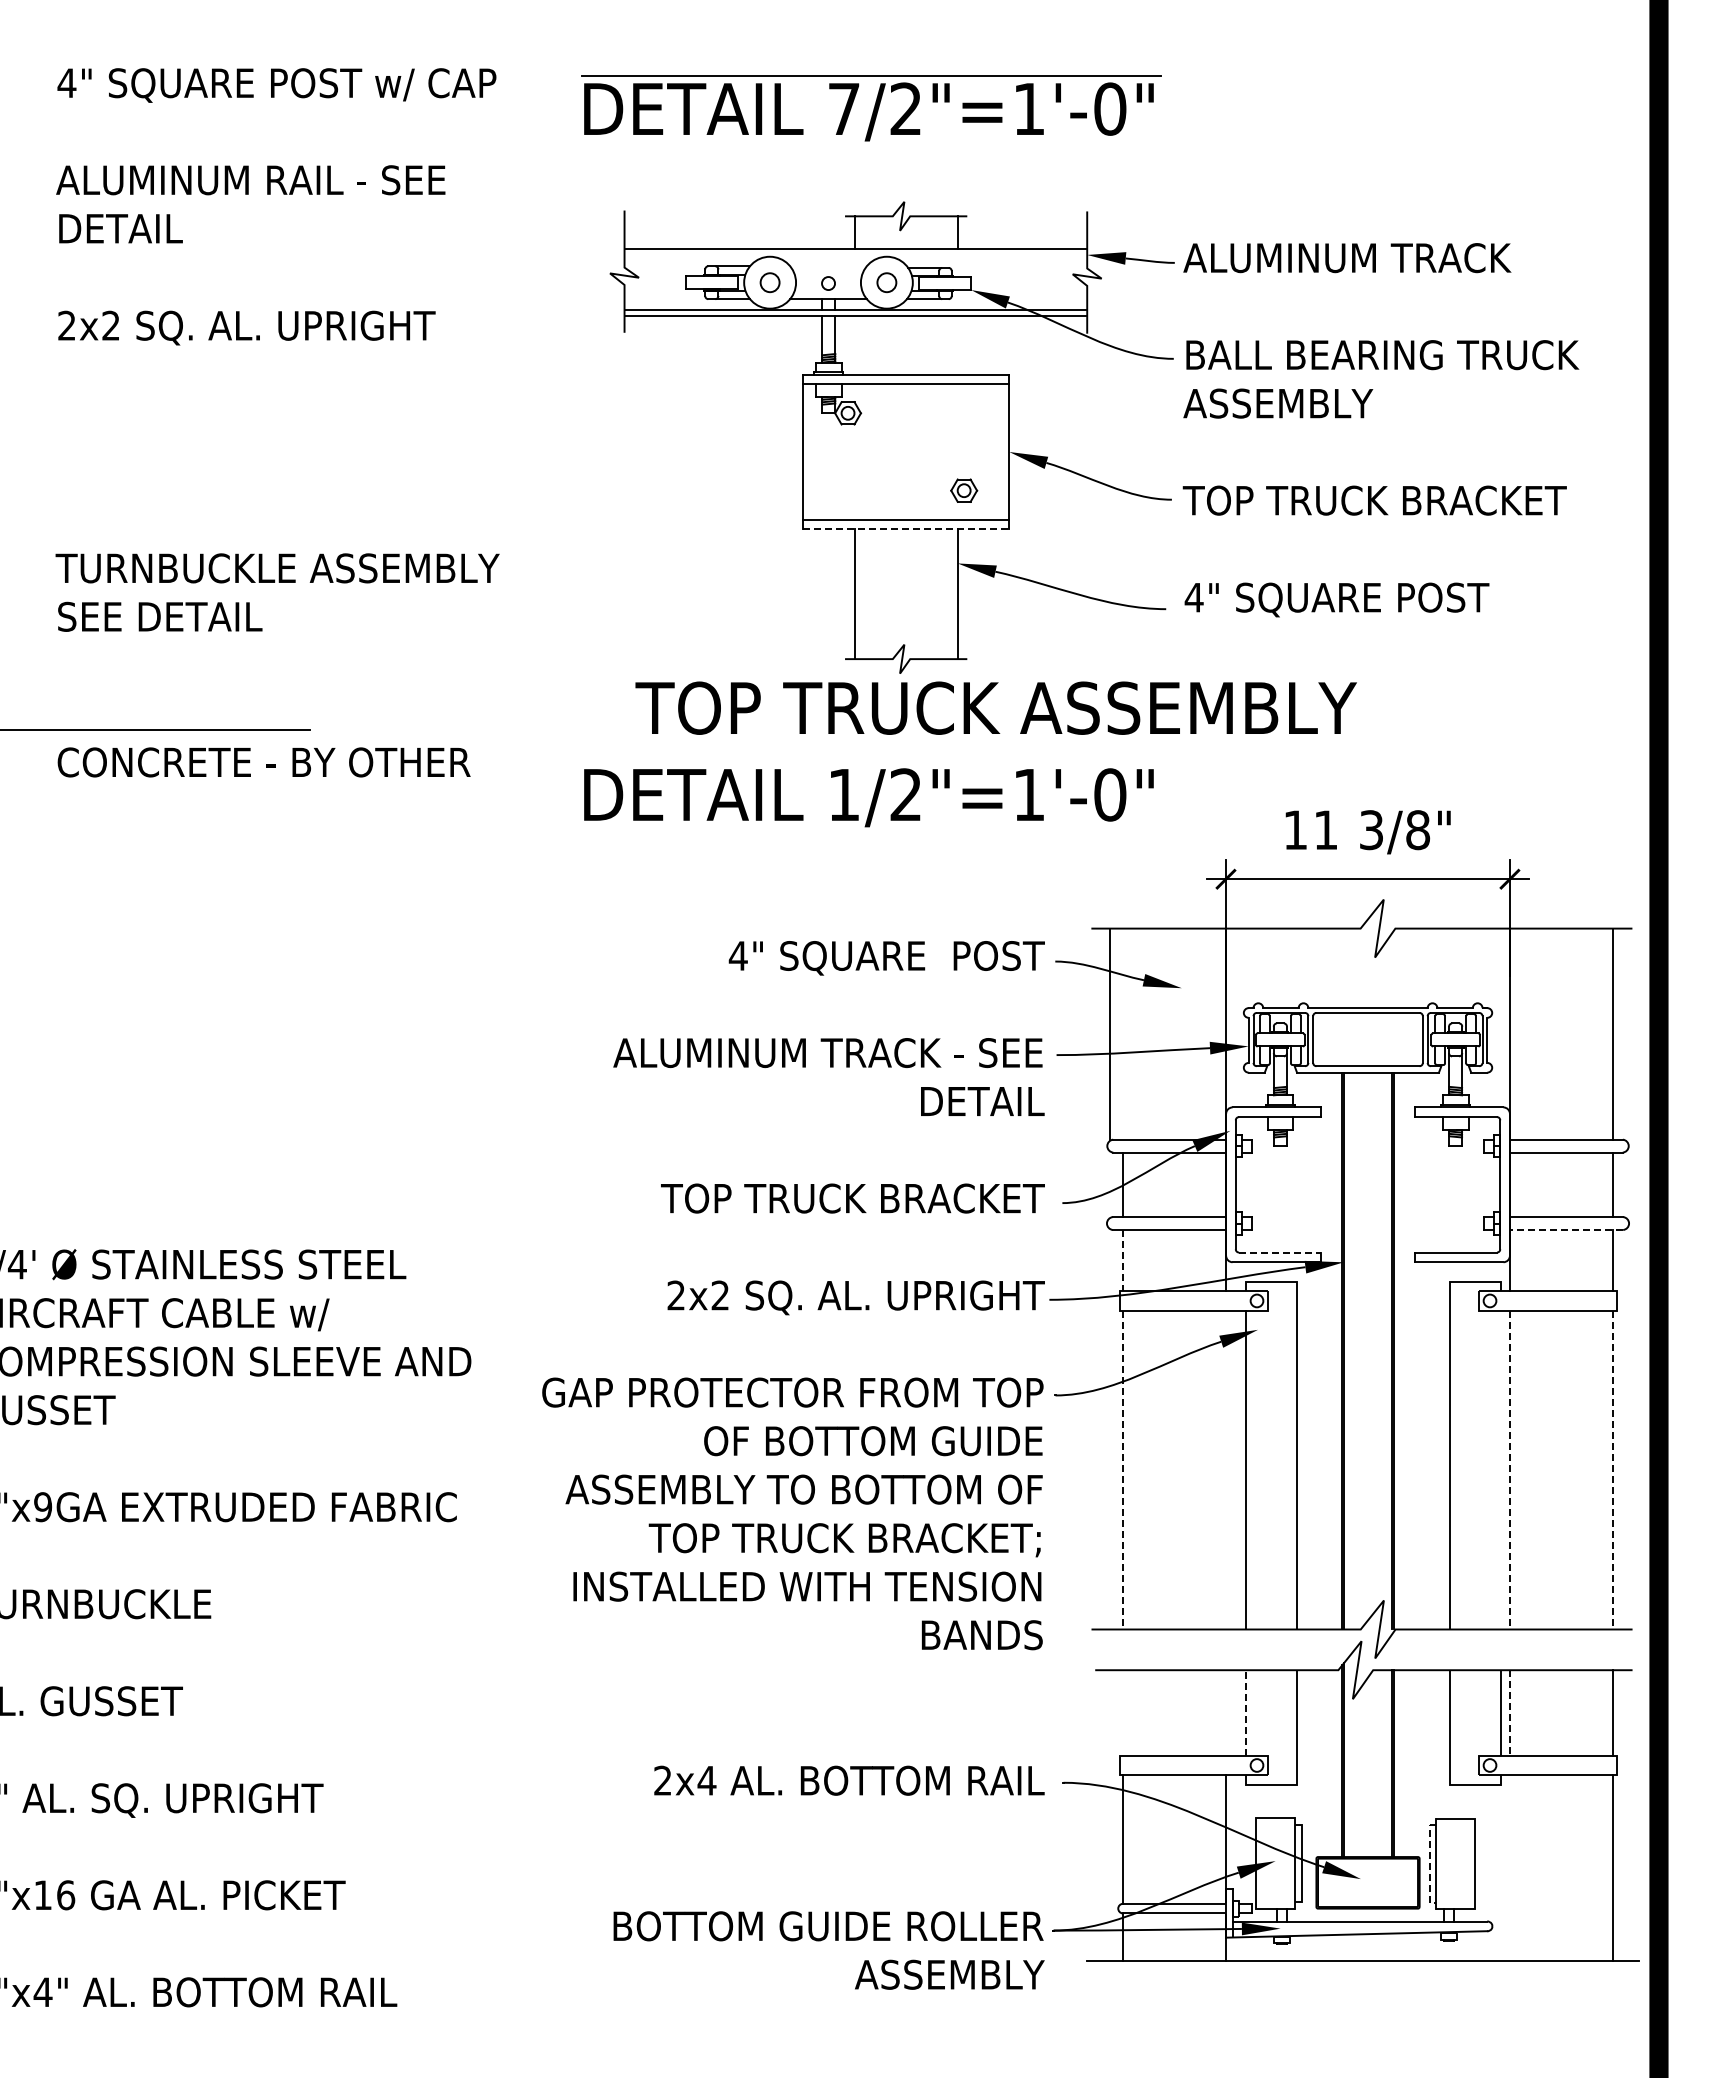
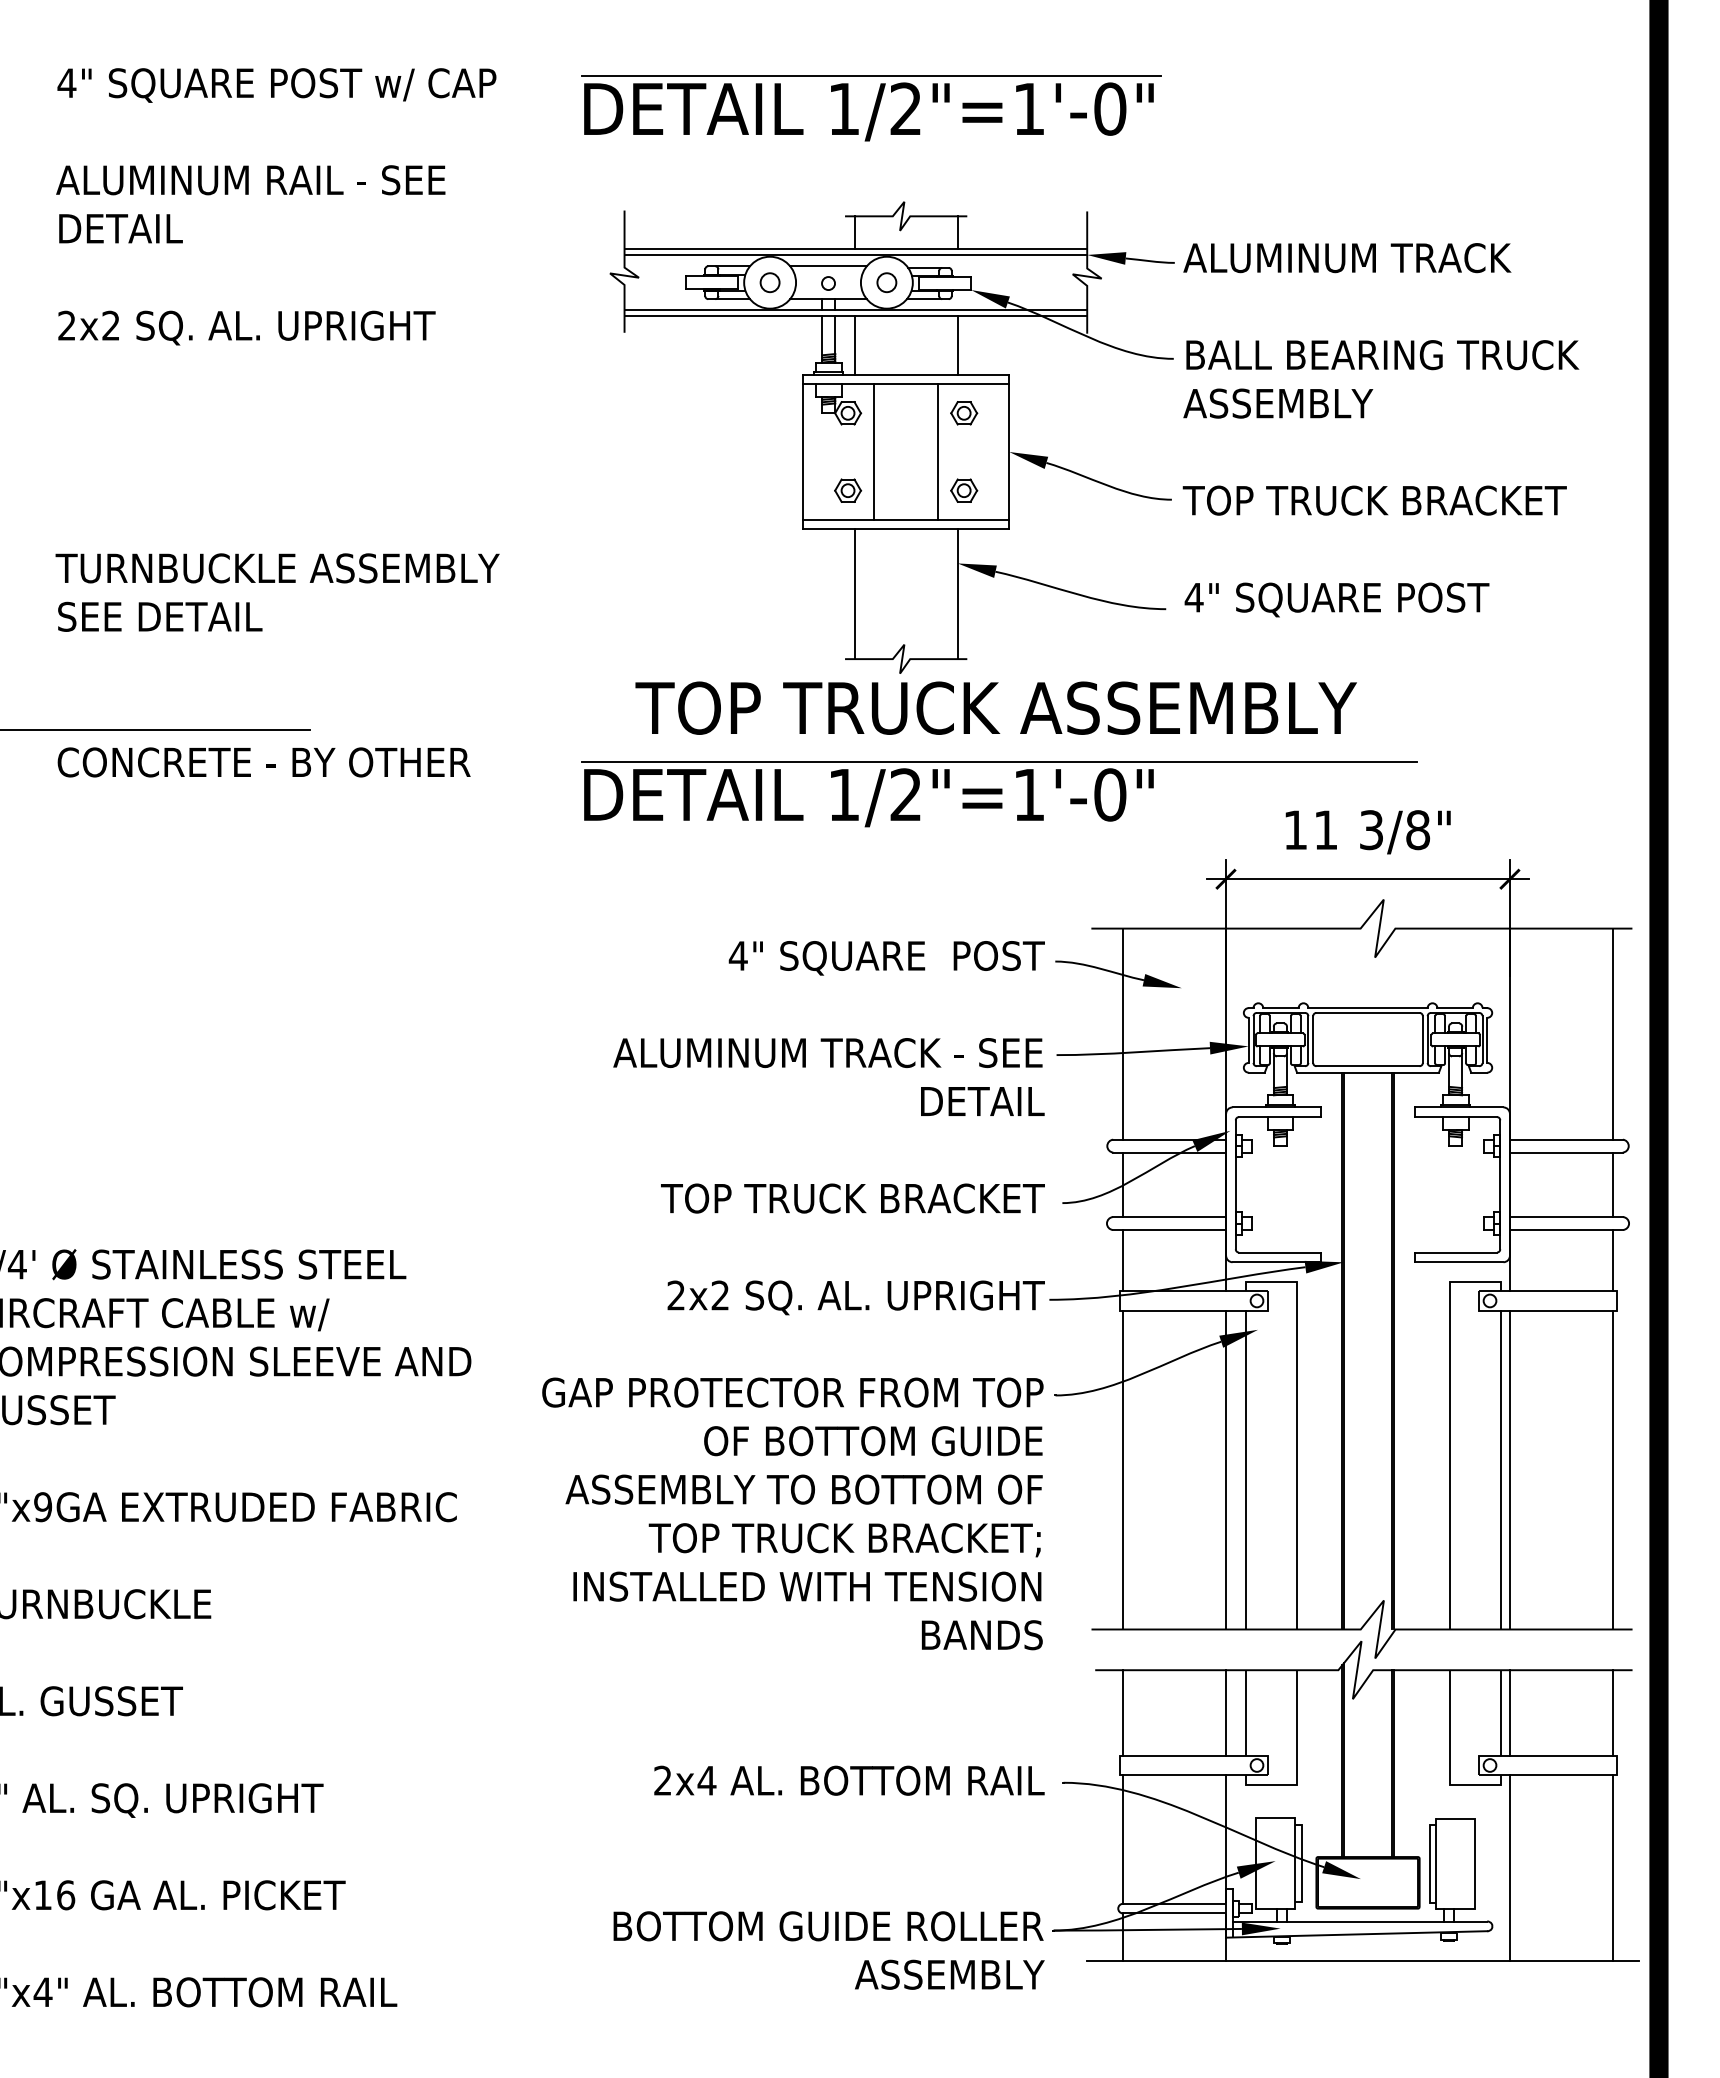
text at (844, 108): 7/2"=1'-0" -> 1/2"=1'-0"
line at (855, 254): none -> present
line at (828, 265): none -> present
line at (854, 345): none -> present
line at (957, 345): none -> present
part at (964, 413): none -> present
line at (873, 451): none -> present
line at (938, 451): none -> present
part at (848, 490): none -> present
line at (906, 529): dashed -> solid
line at (999, 761): none -> present
line at (1109, 1033) position: (1109, 1033) -> (1122, 1033)
line at (1566, 1229): dashed -> solid
line at (1280, 1252): dashed -> solid
line at (1122, 1260): dashed -> solid
line at (1226, 1469): none -> present
line at (1501, 1469): none -> present
line at (1122, 1470): dashed -> solid
line at (1509, 1470): dashed -> solid
line at (1613, 1470): dashed -> solid
line at (1122, 1712): none -> present
line at (1226, 1712): none -> present
line at (1245, 1713): dashed -> solid
line at (1509, 1713): dashed -> solid
line at (1429, 1864): dashed -> solid
line at (1509, 1868): none -> present
